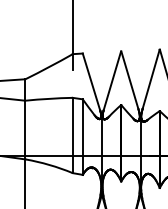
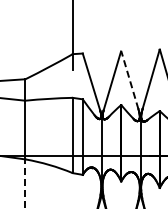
line at (129, 79): solid -> dashed
line at (25, 184): solid -> dashed
